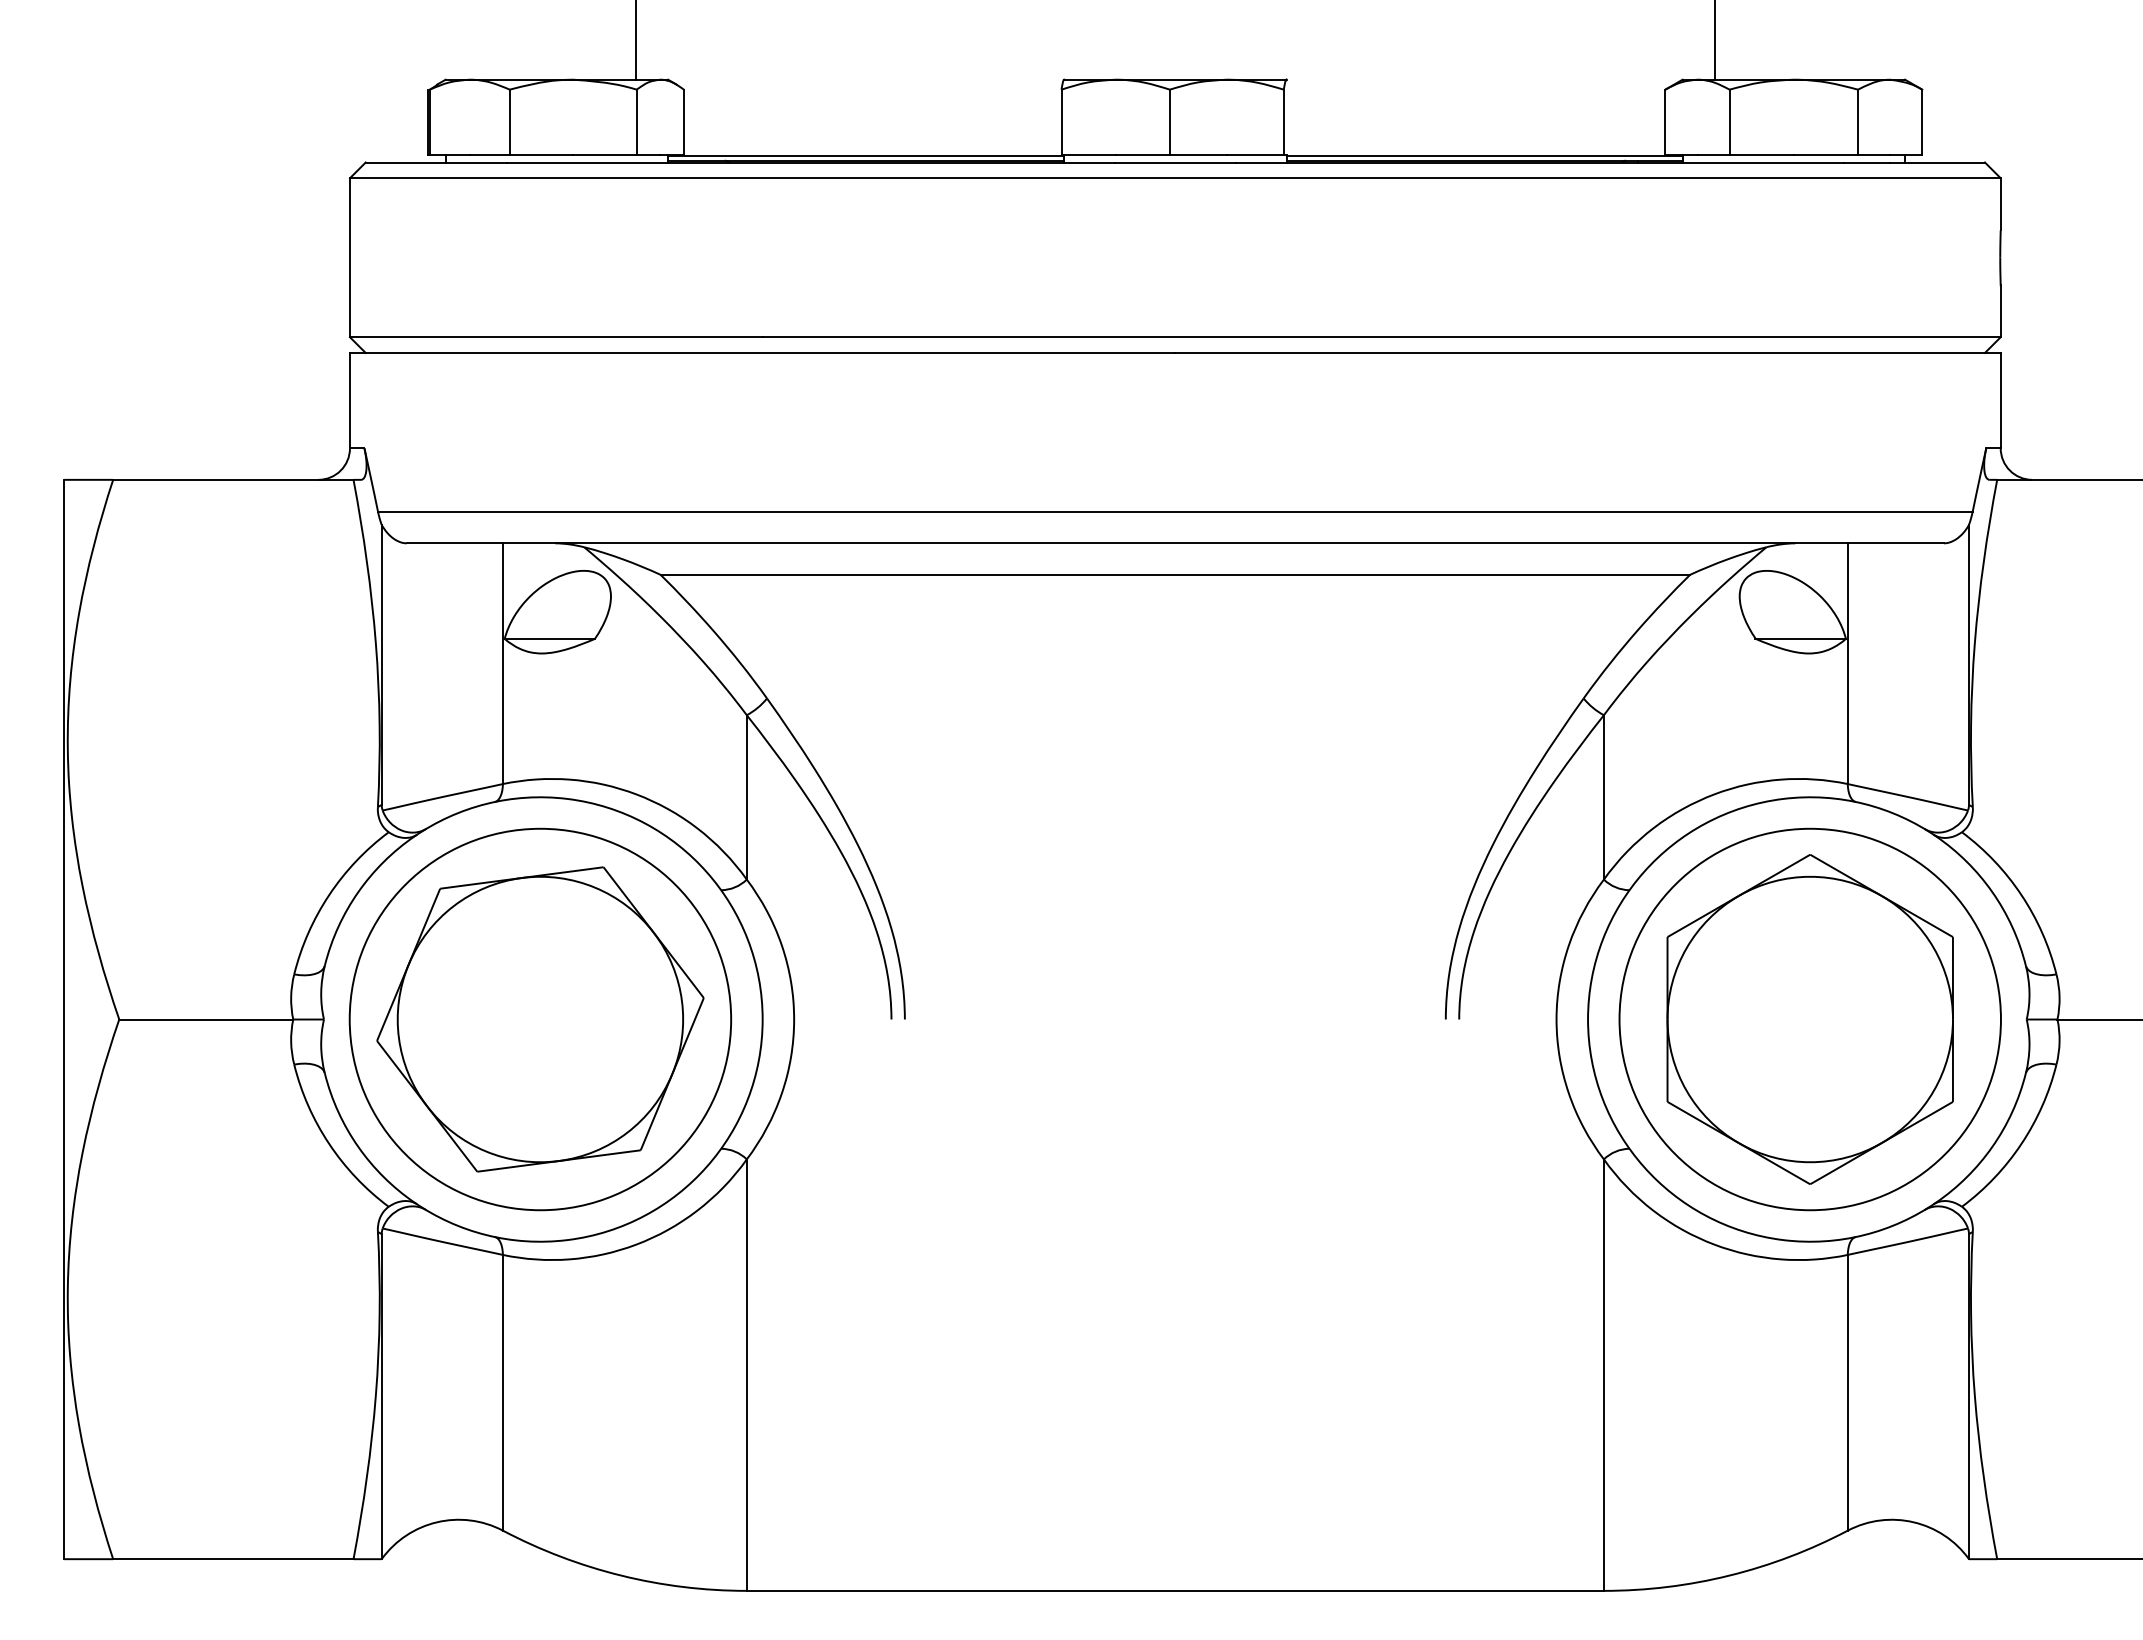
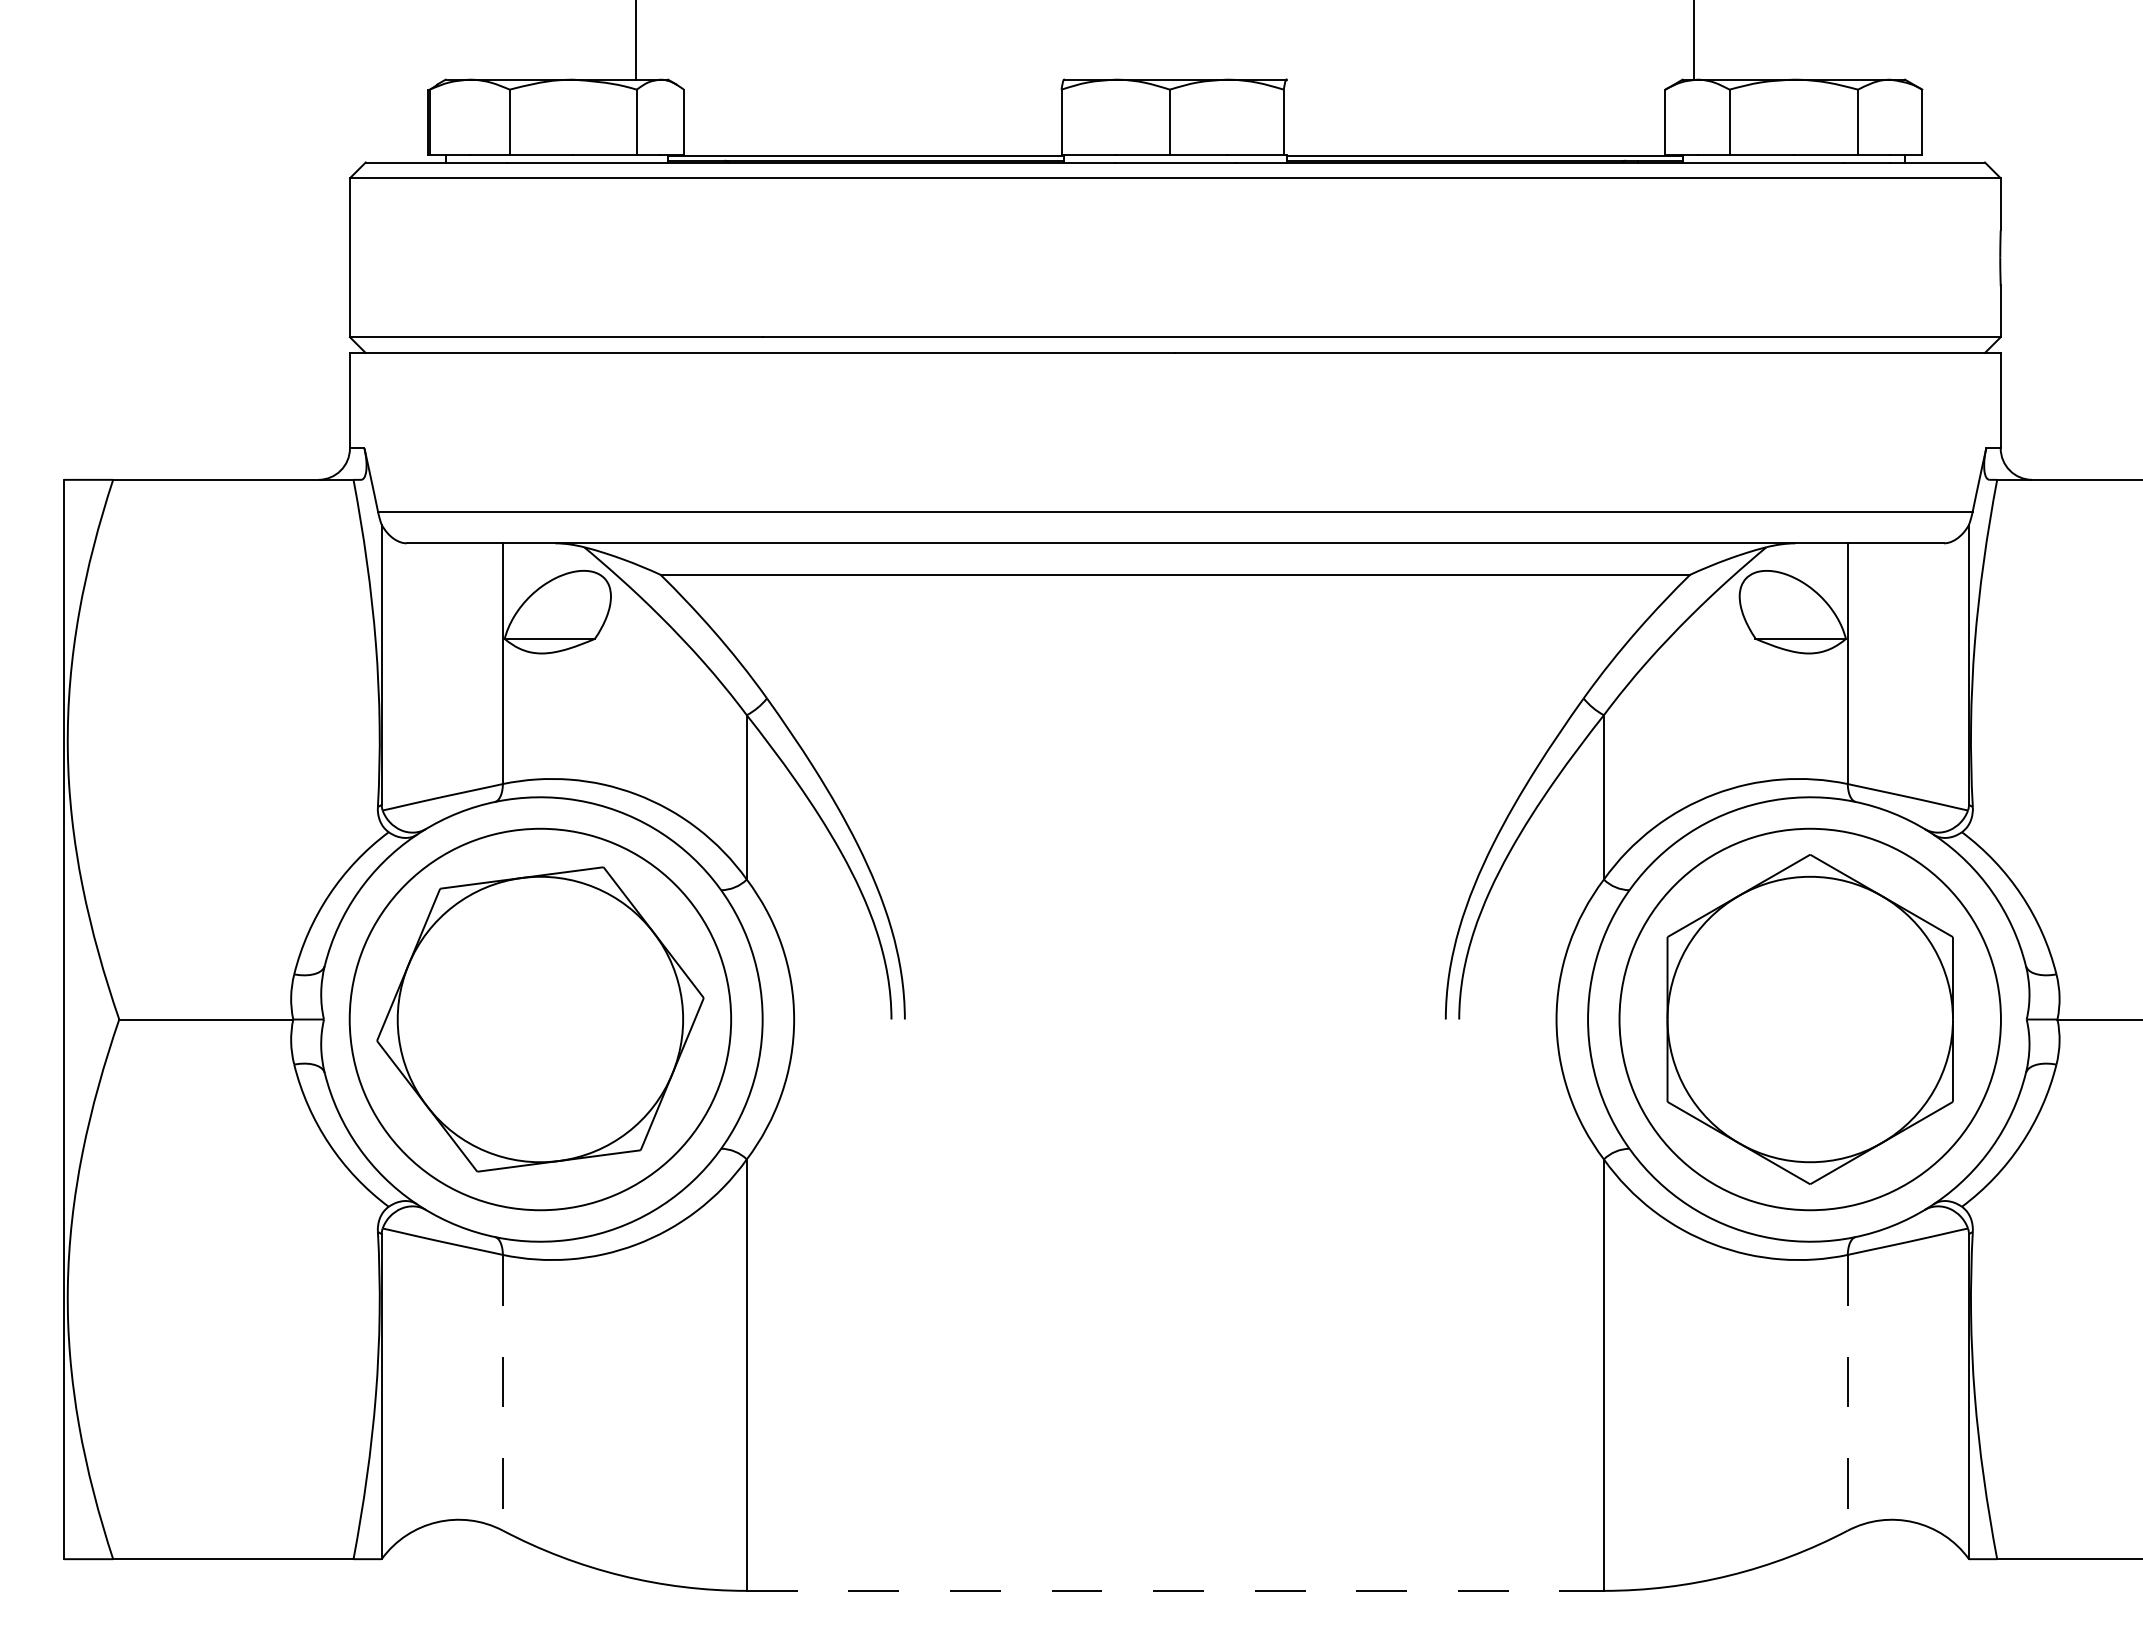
line at (1715, 40) position: (1715, 40) -> (1694, 40)
line at (502, 1392): solid -> dashed
line at (1847, 1392): solid -> dashed
line at (1175, 1590): solid -> dashed
